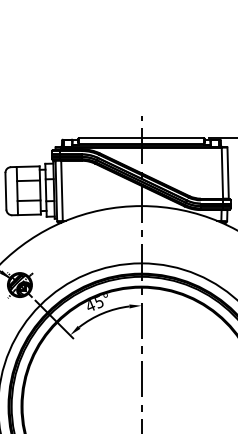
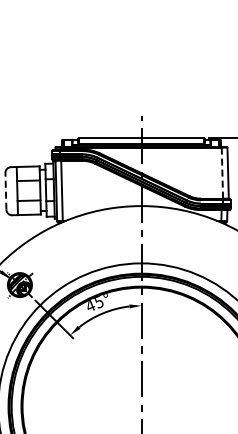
line at (222, 173): solid -> dashed
line at (5, 190): solid -> dashed
